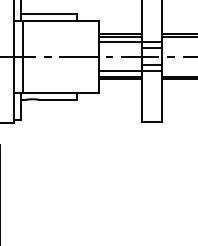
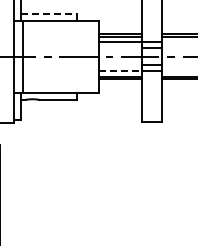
line at (49, 13): solid -> dashed
line at (120, 71): solid -> dashed
